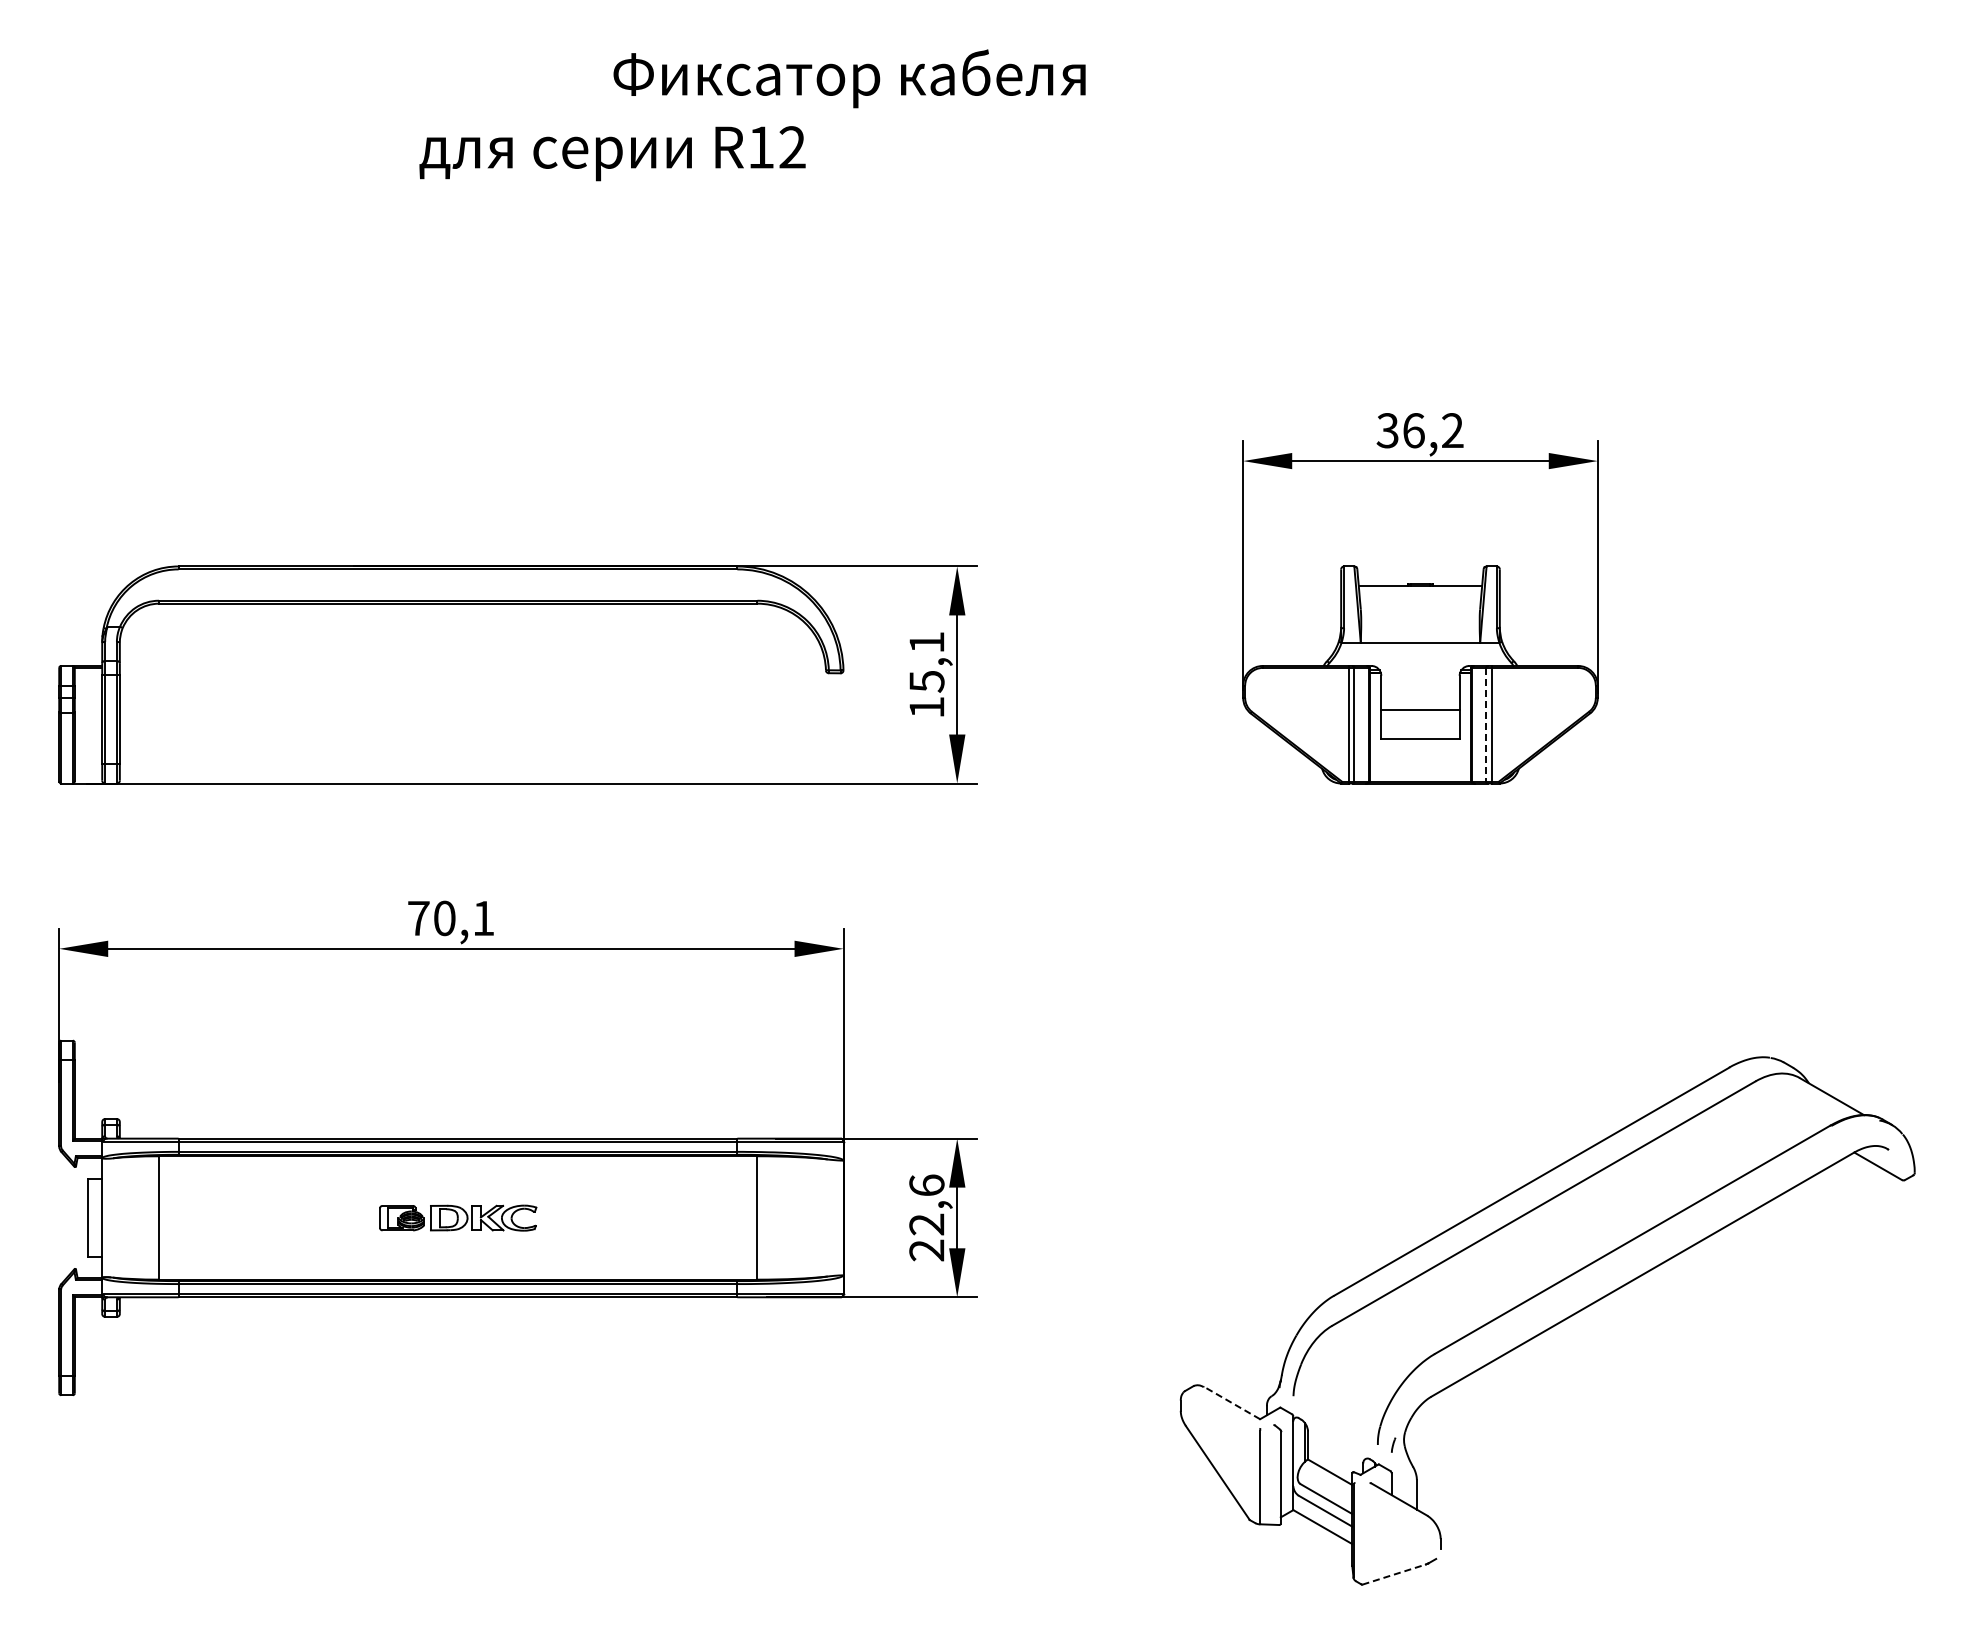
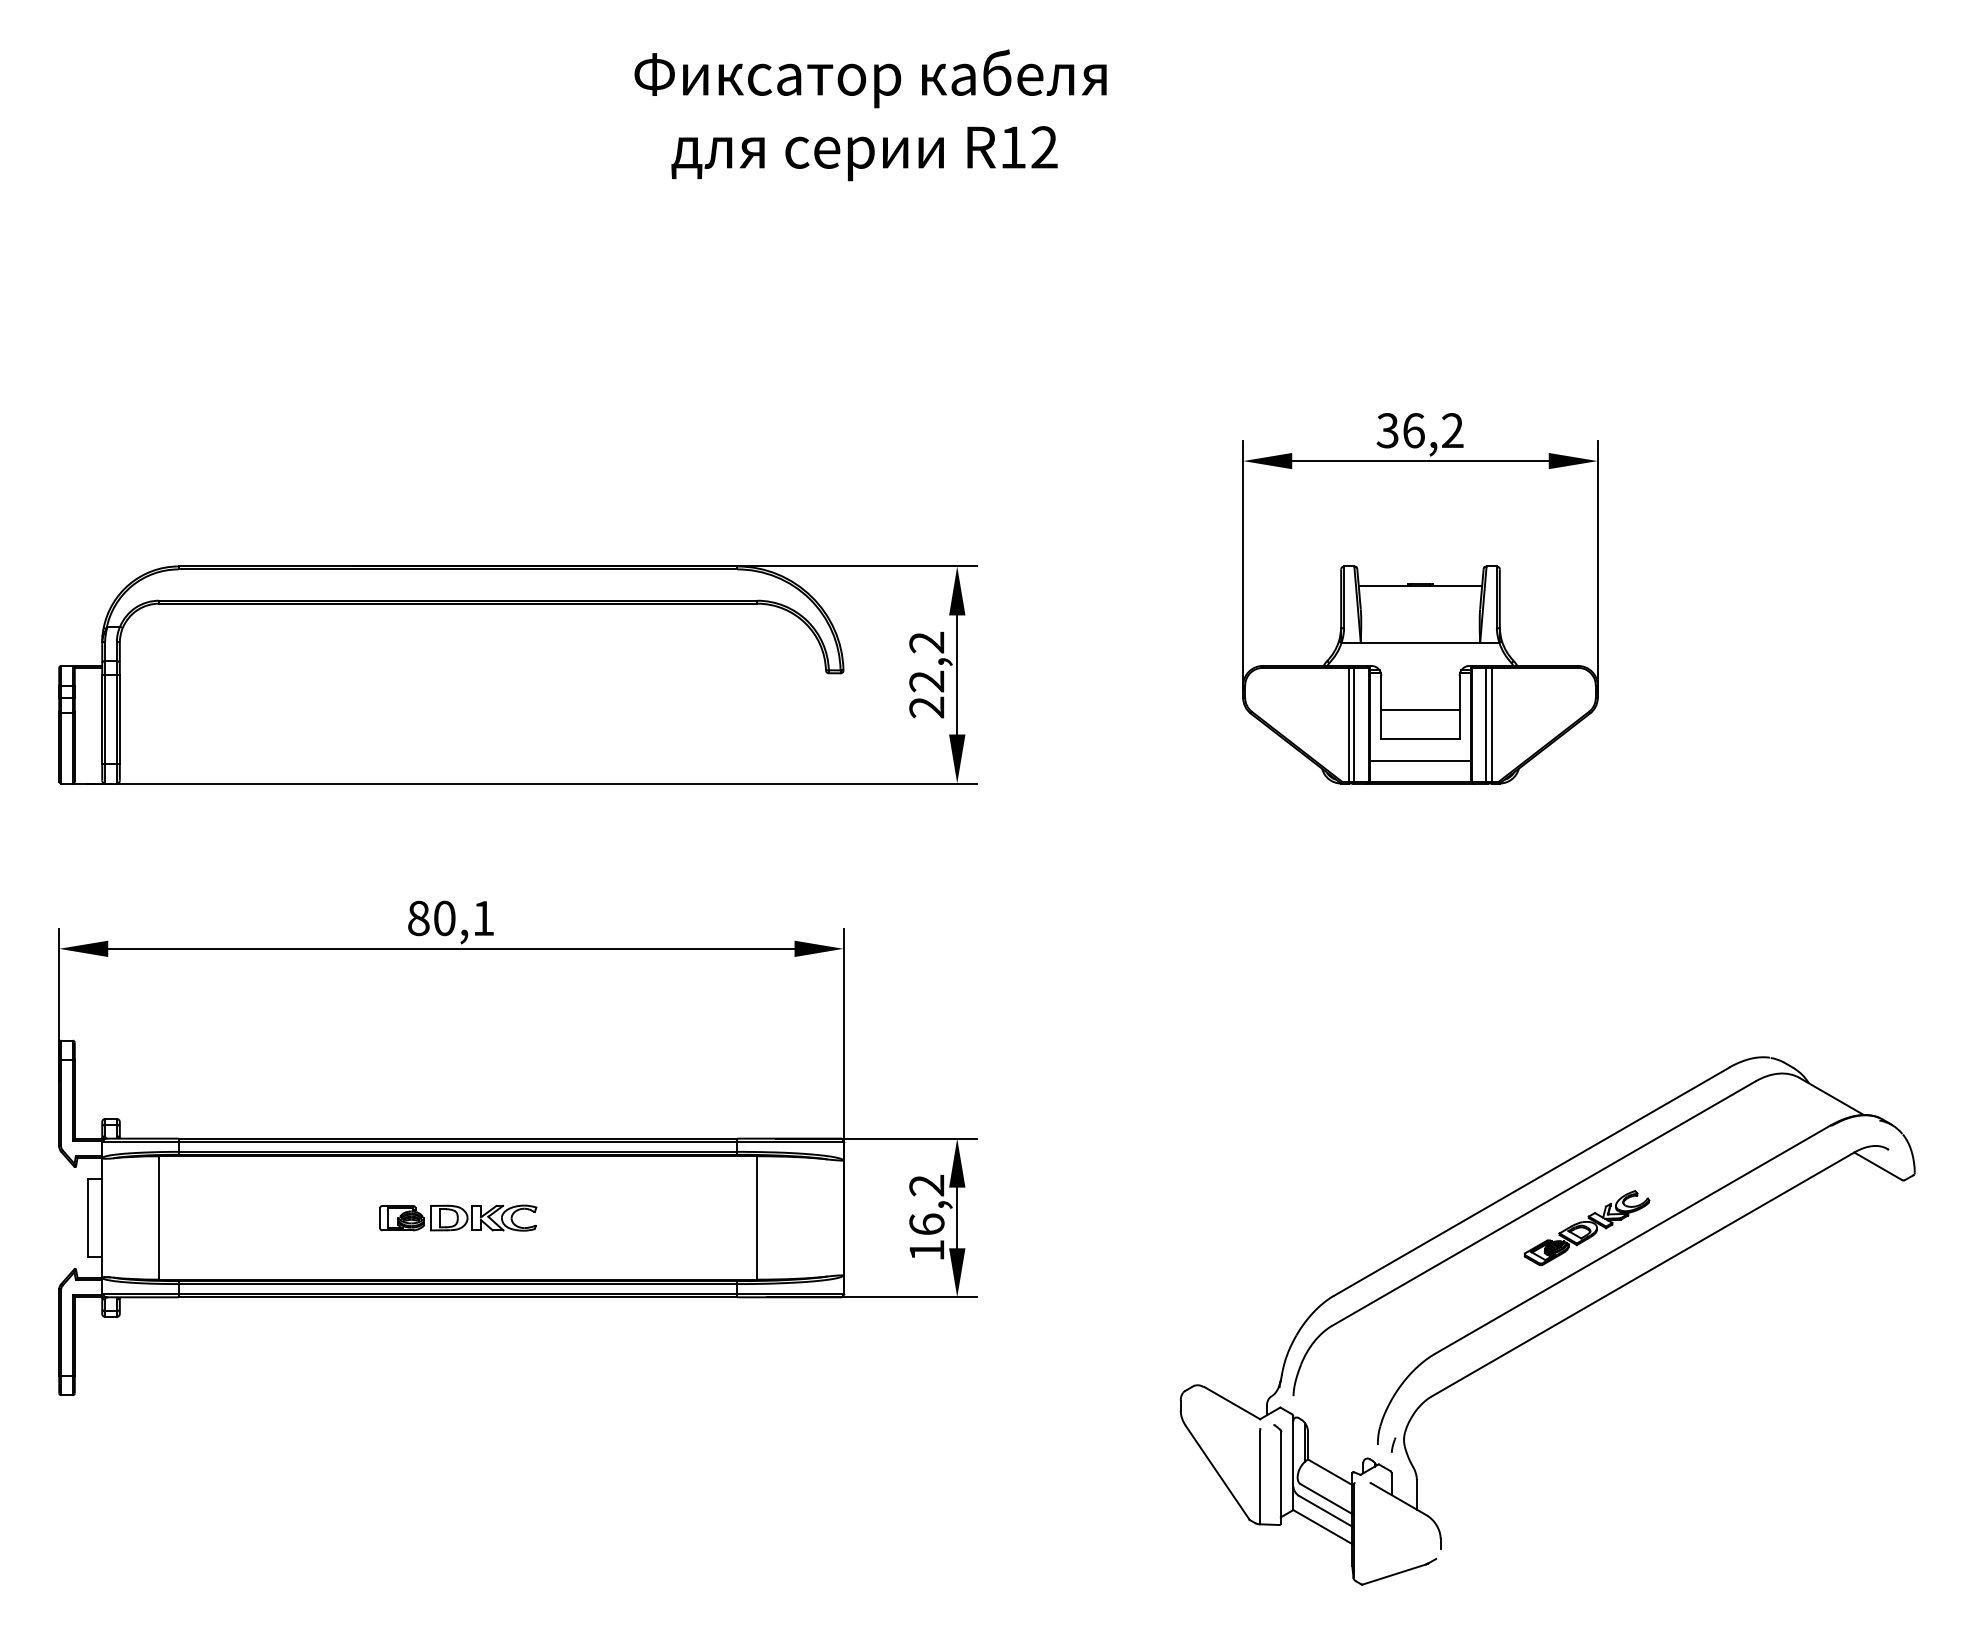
text at (849, 78) position: (849, 78) -> (870, 78)
text at (612, 153) position: (612, 153) -> (864, 153)
text at (926, 674): 15,1 -> 22,2
line at (1486, 724): dashed -> solid
line at (1420, 760): none -> present
text at (418, 918): 70,1 -> 80,1
text at (926, 1217): 22,6 -> 16,2
part at (1586, 1228): none -> present
line at (1231, 1402): dashed -> solid
line at (1394, 1574): dashed -> solid
